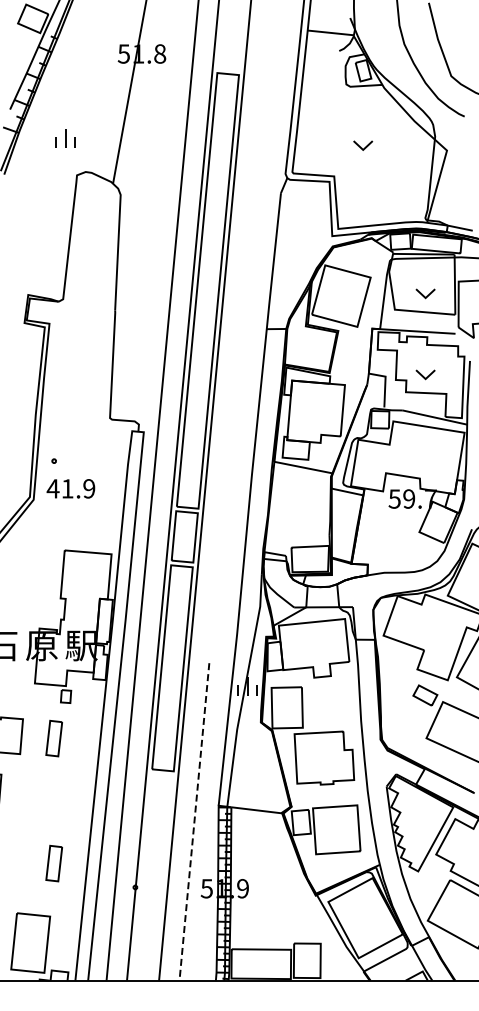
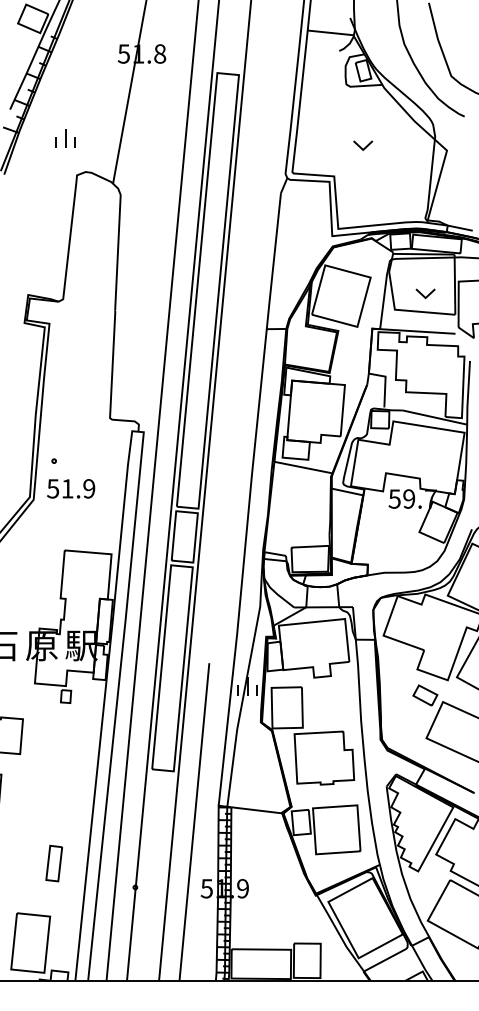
part at (425, 374): present -> none
text at (52, 488): 41.9 -> 51.9
part at (53, 738): present -> none
line at (194, 822): dashed -> solid
